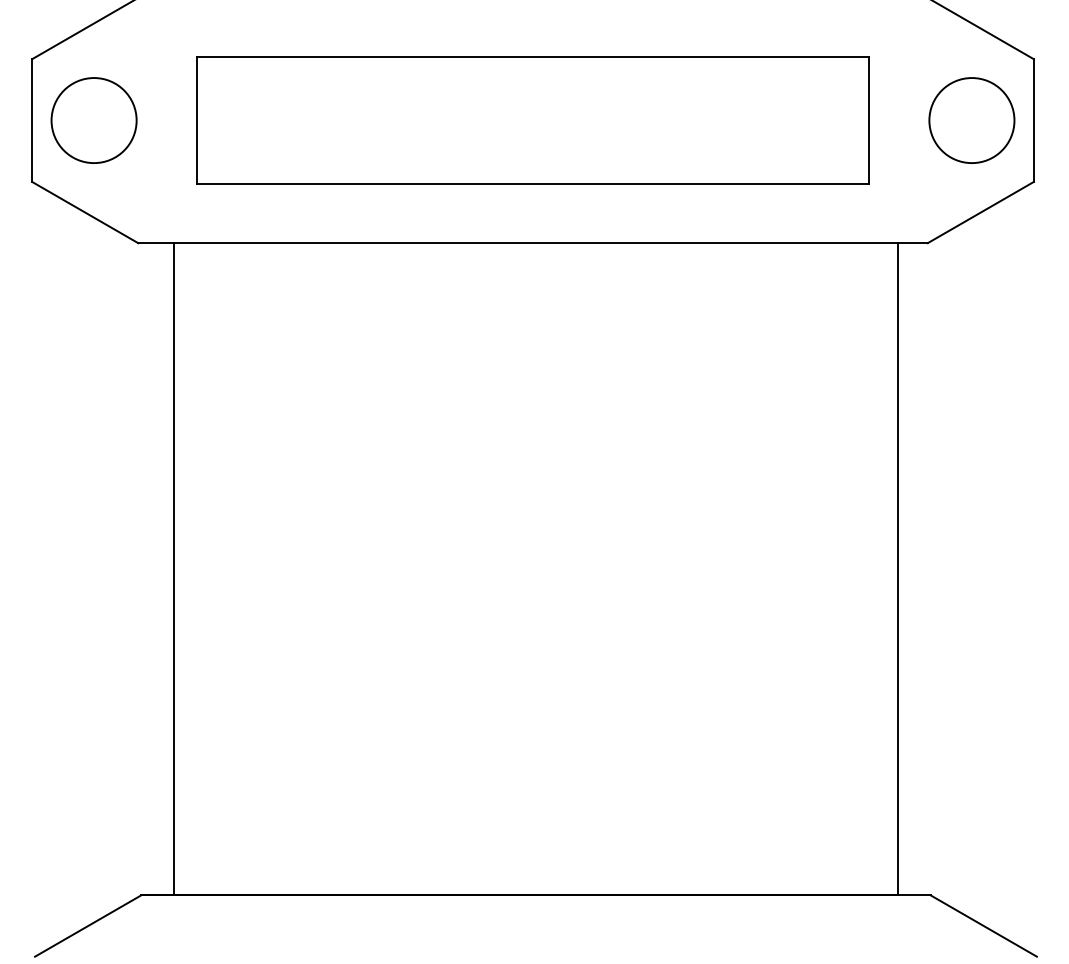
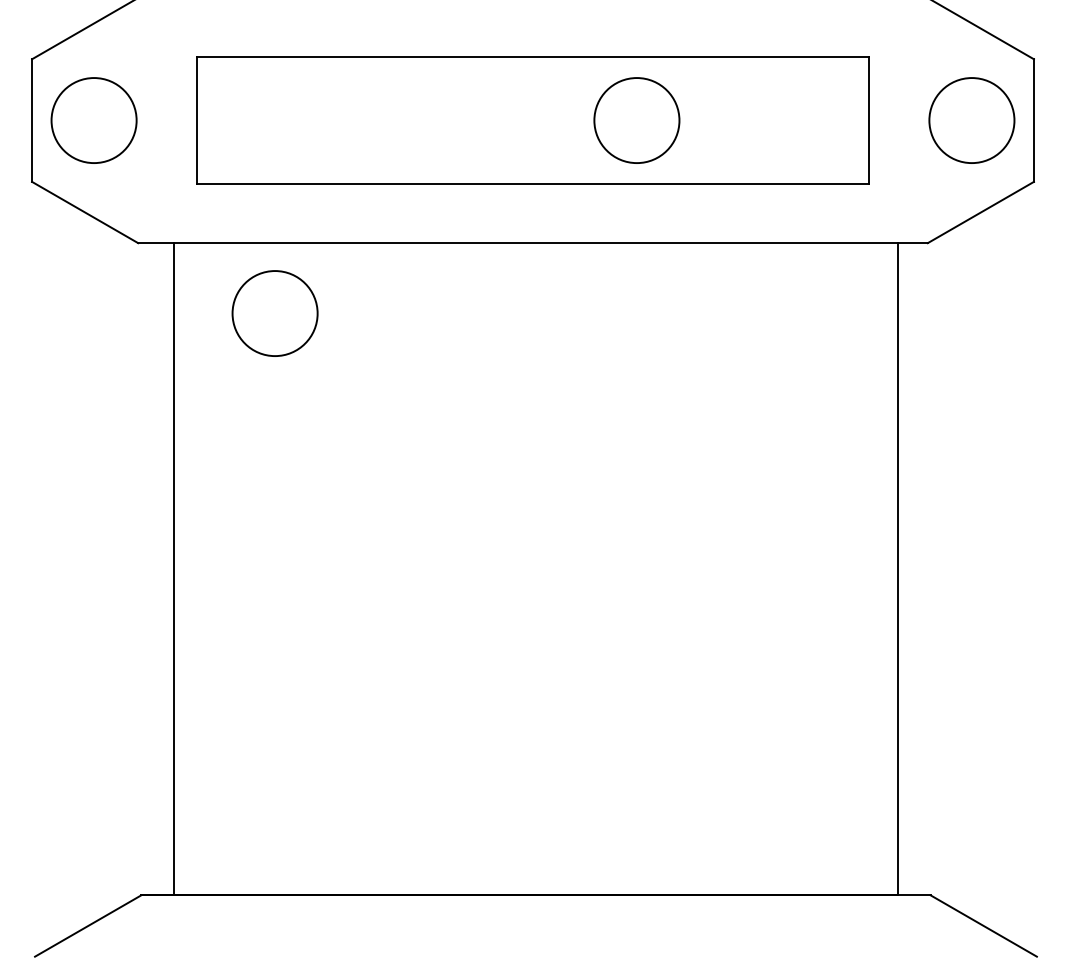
circle at (636, 120): none -> present
circle at (274, 313): none -> present
